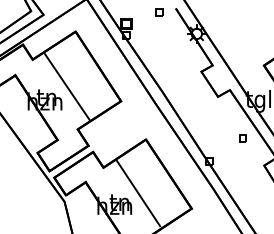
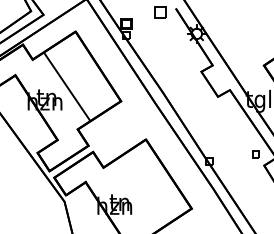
part at (159, 12) size: 9x9 px -> 13x13 px
part at (242, 138) position: (242, 138) -> (255, 154)
line at (138, 192): present -> none
